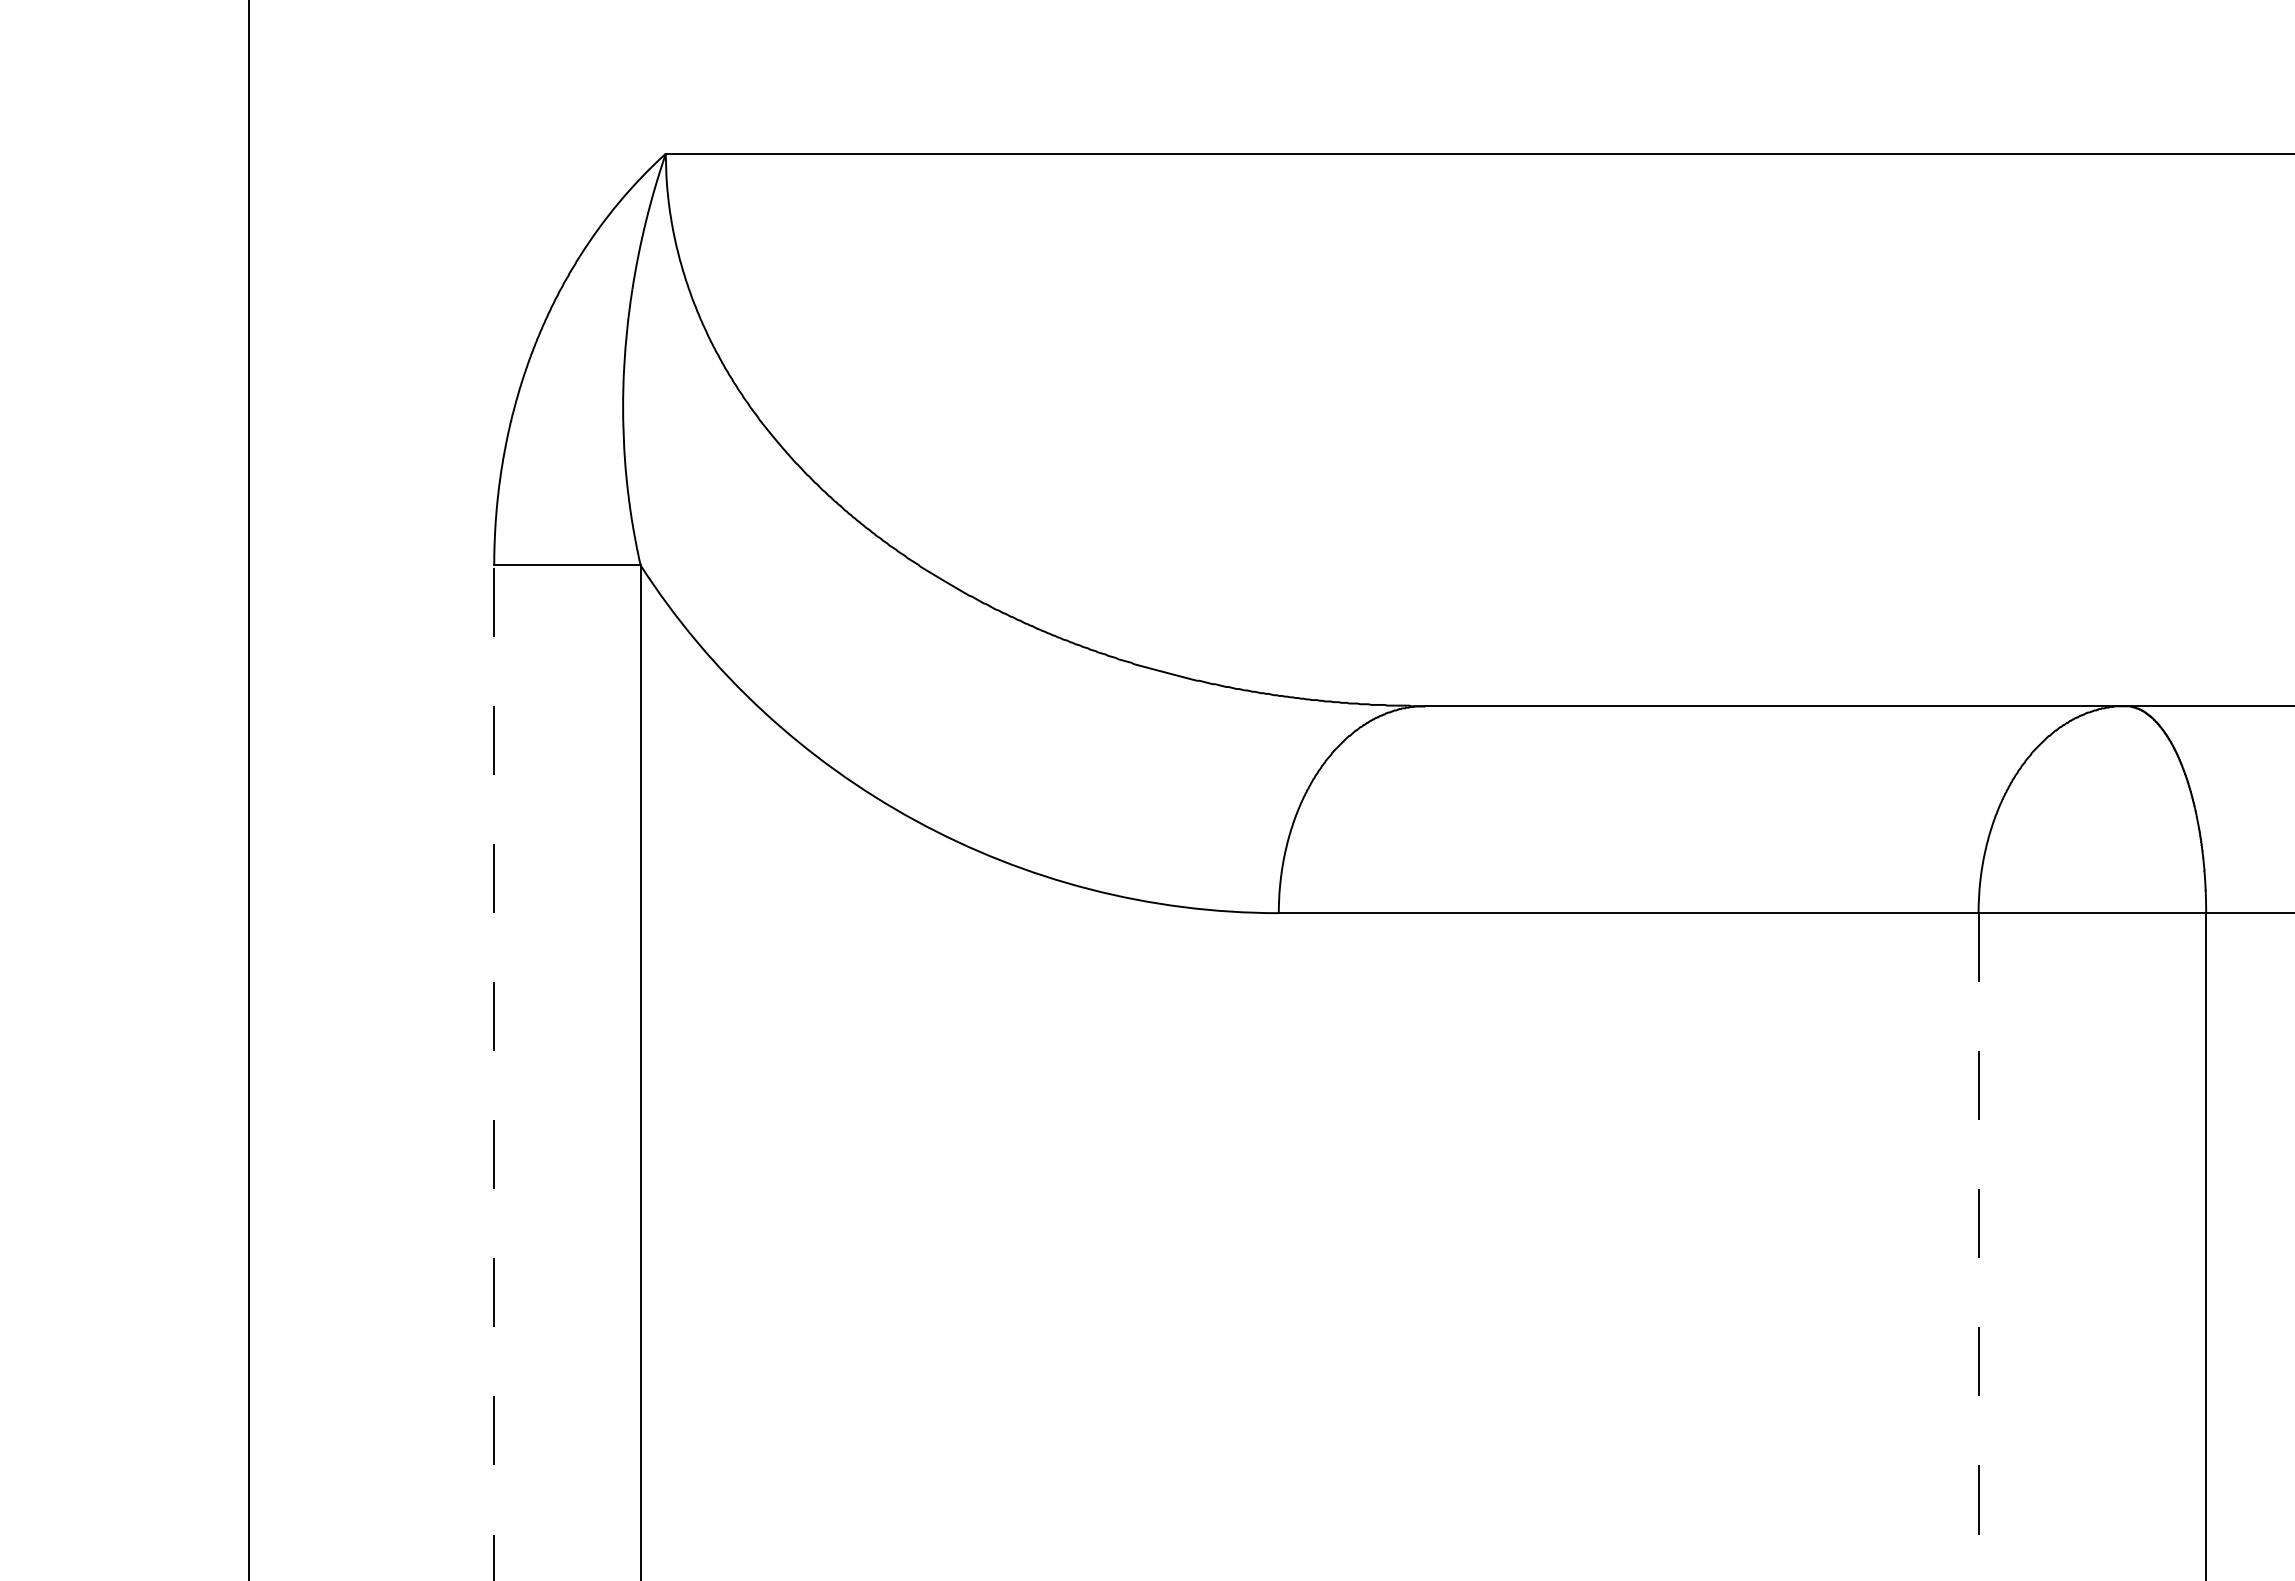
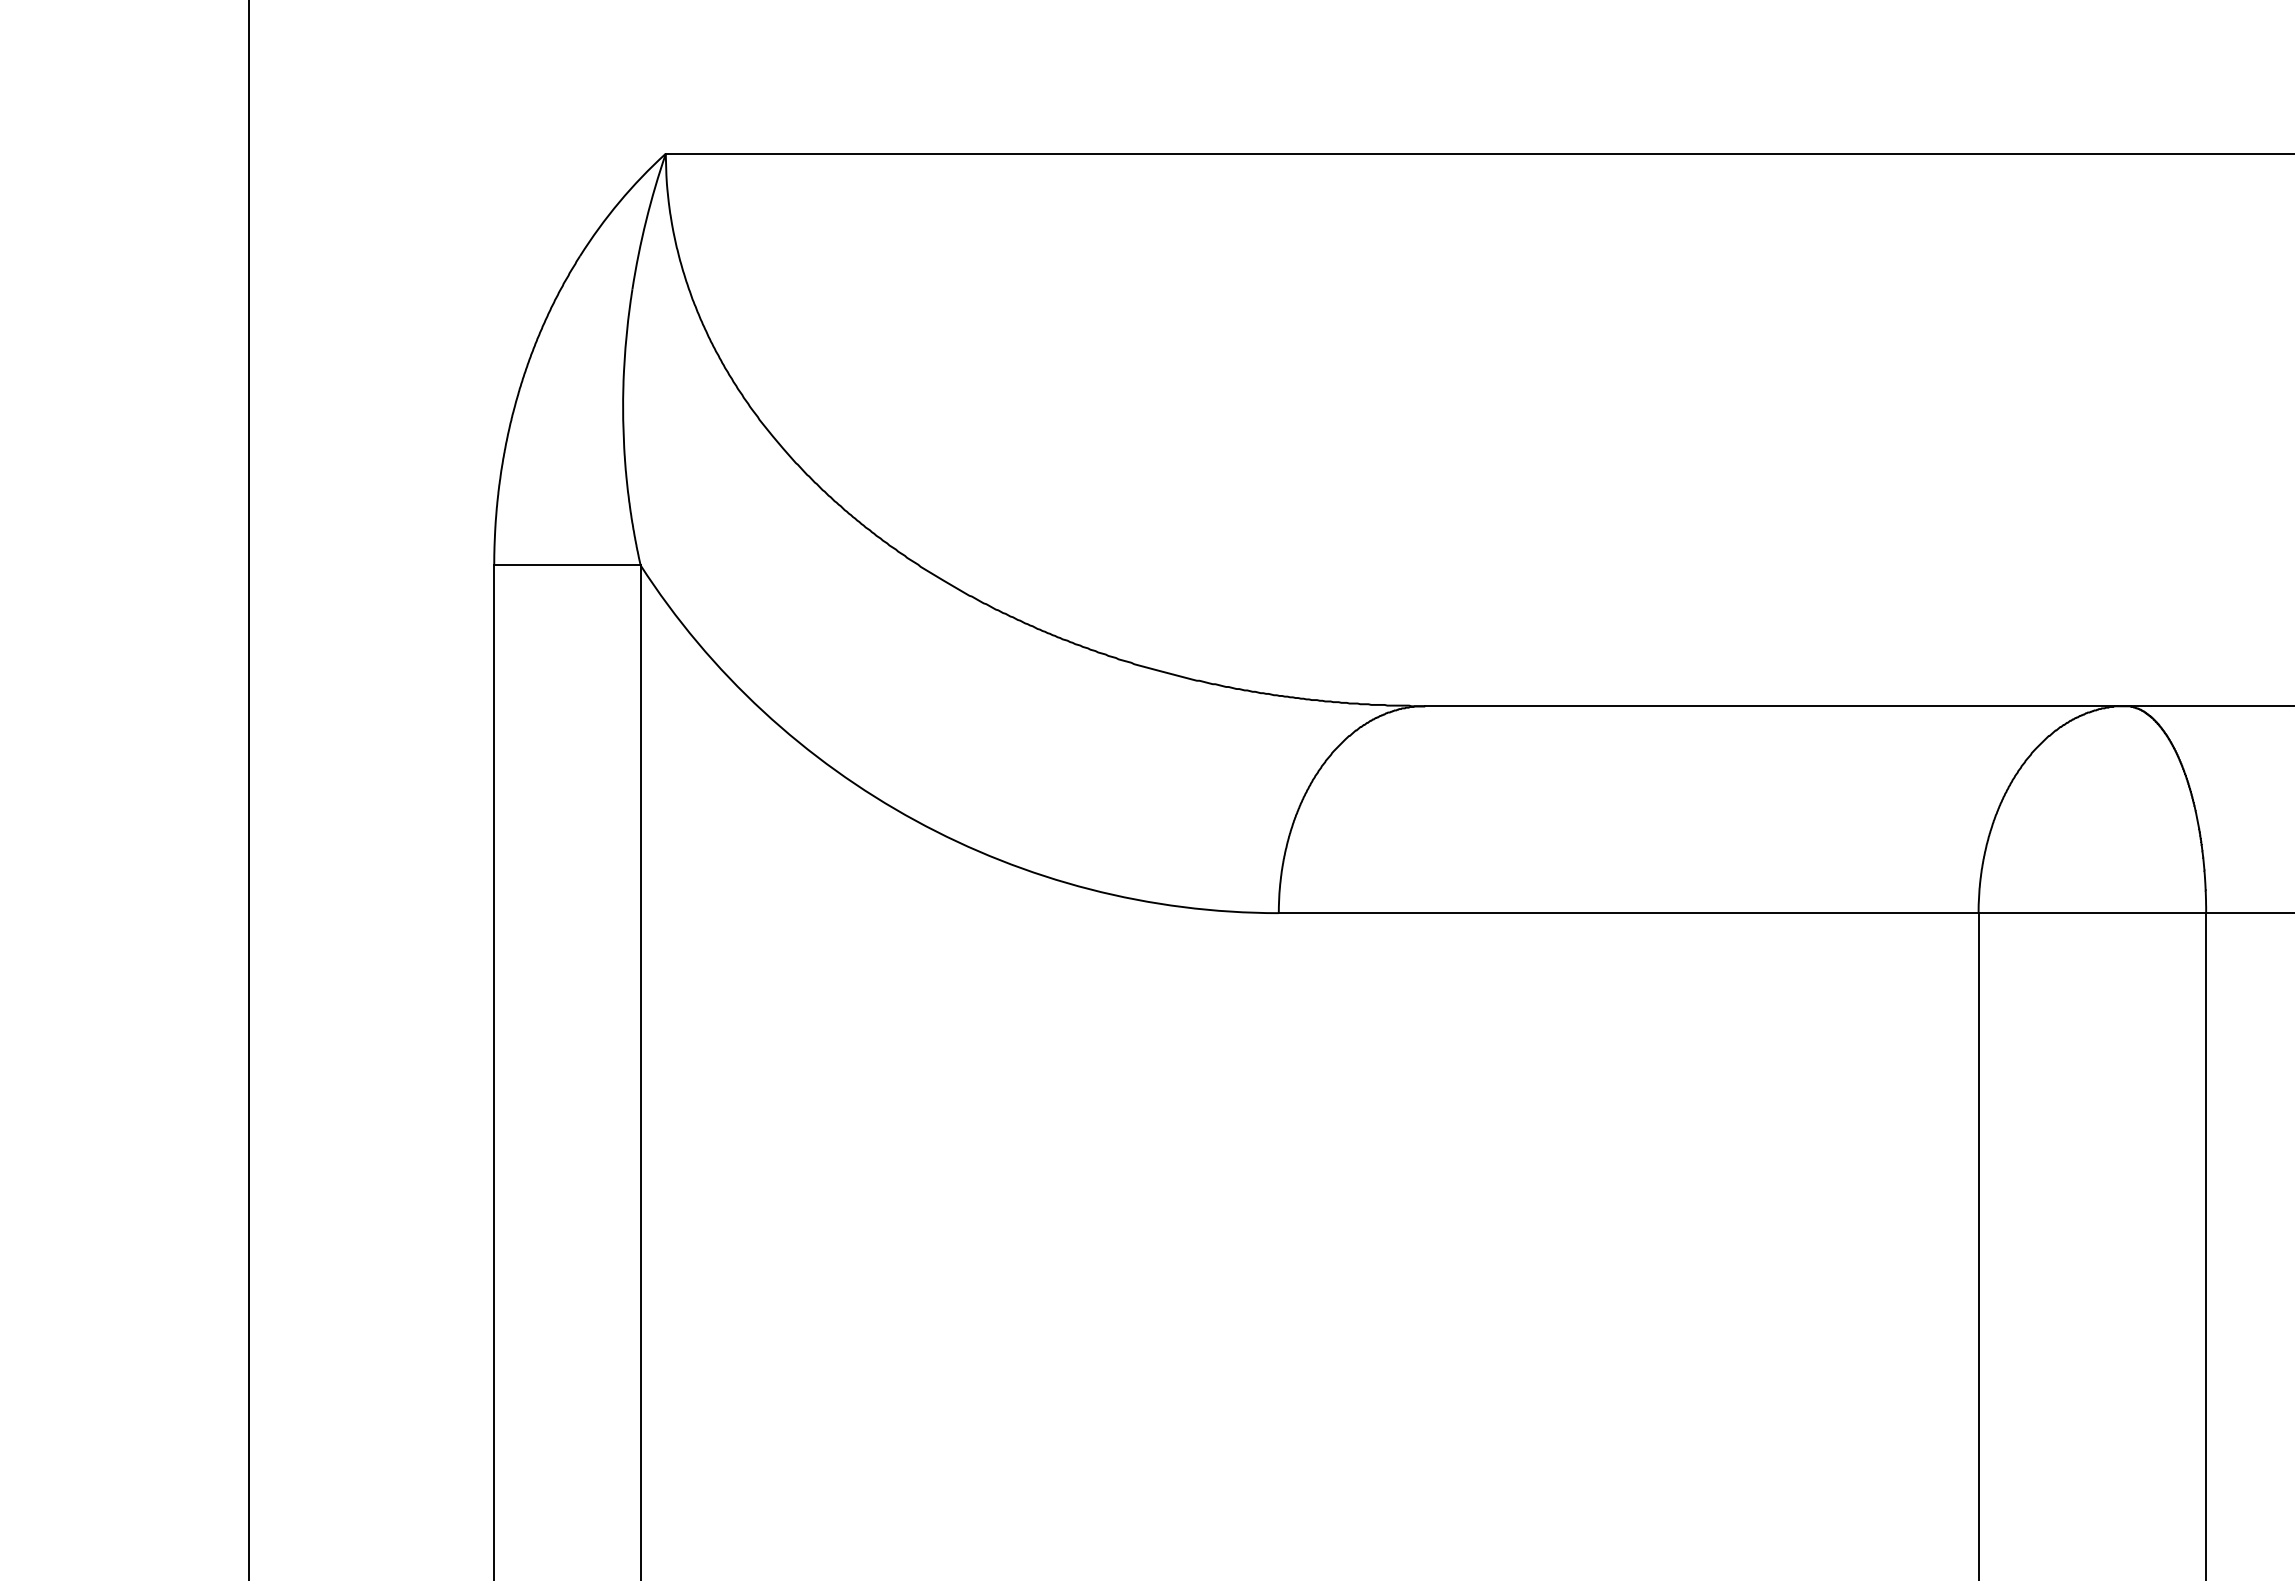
line at (494, 1072): dashed -> solid
line at (1978, 1247): dashed -> solid
